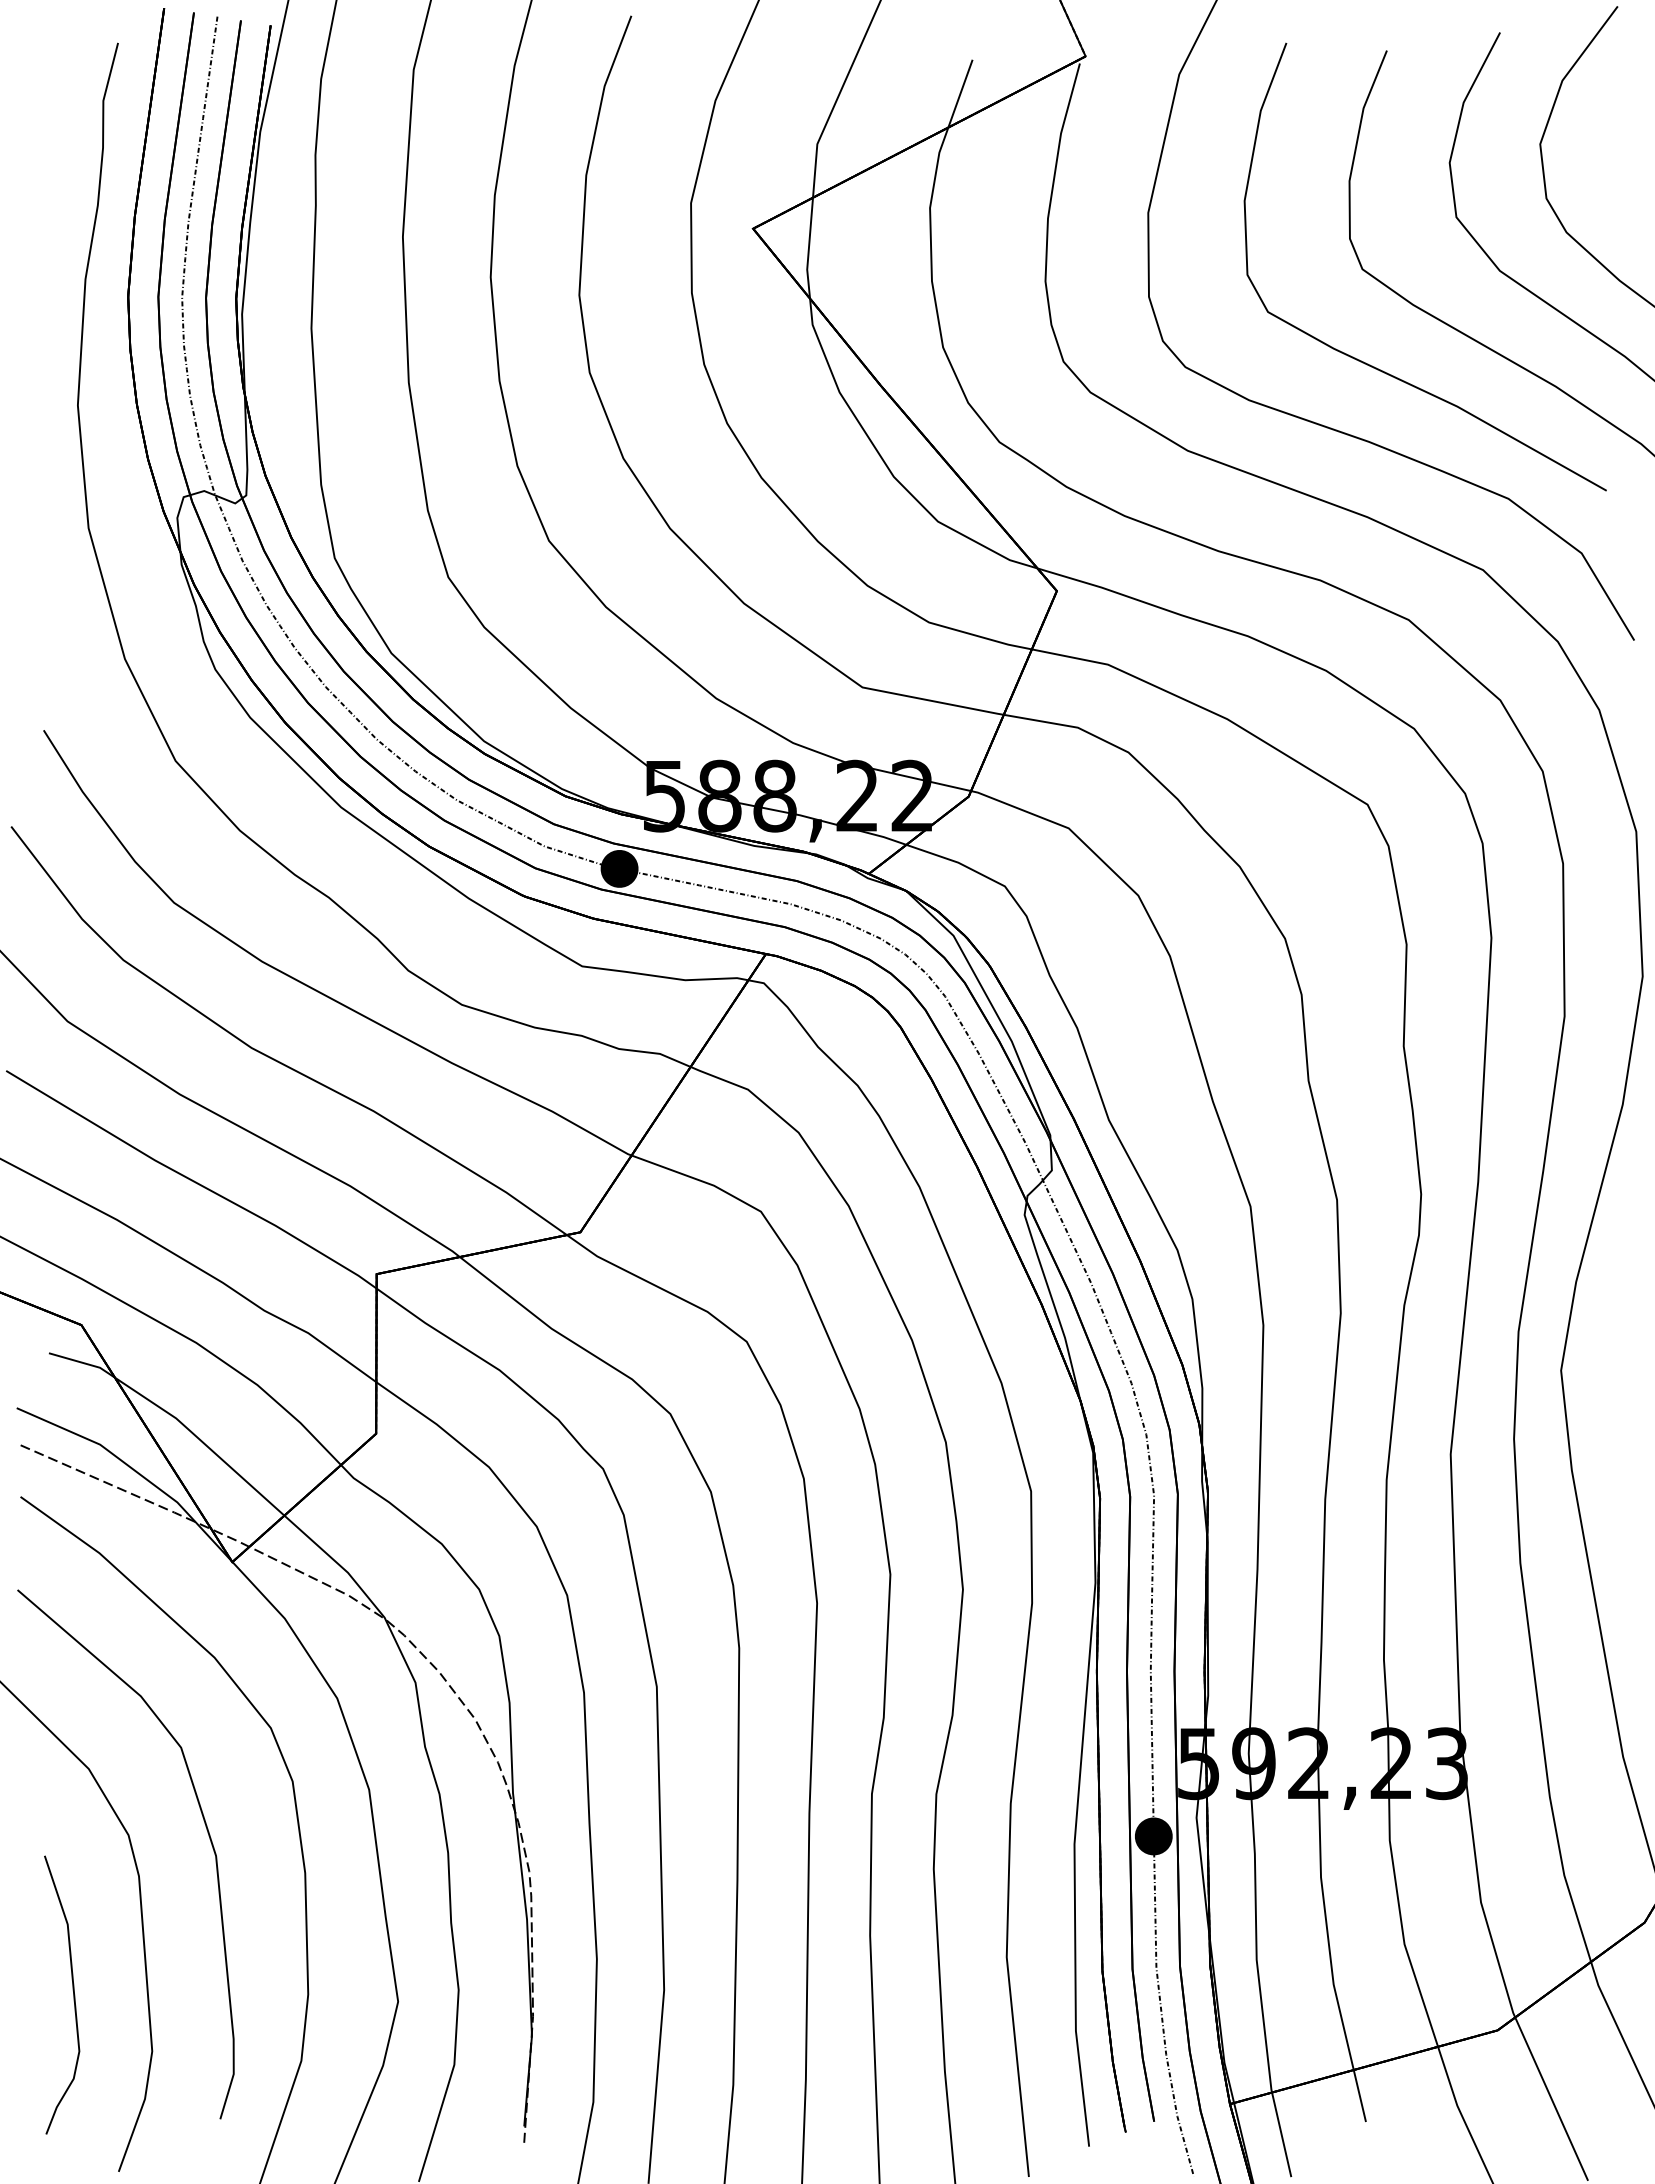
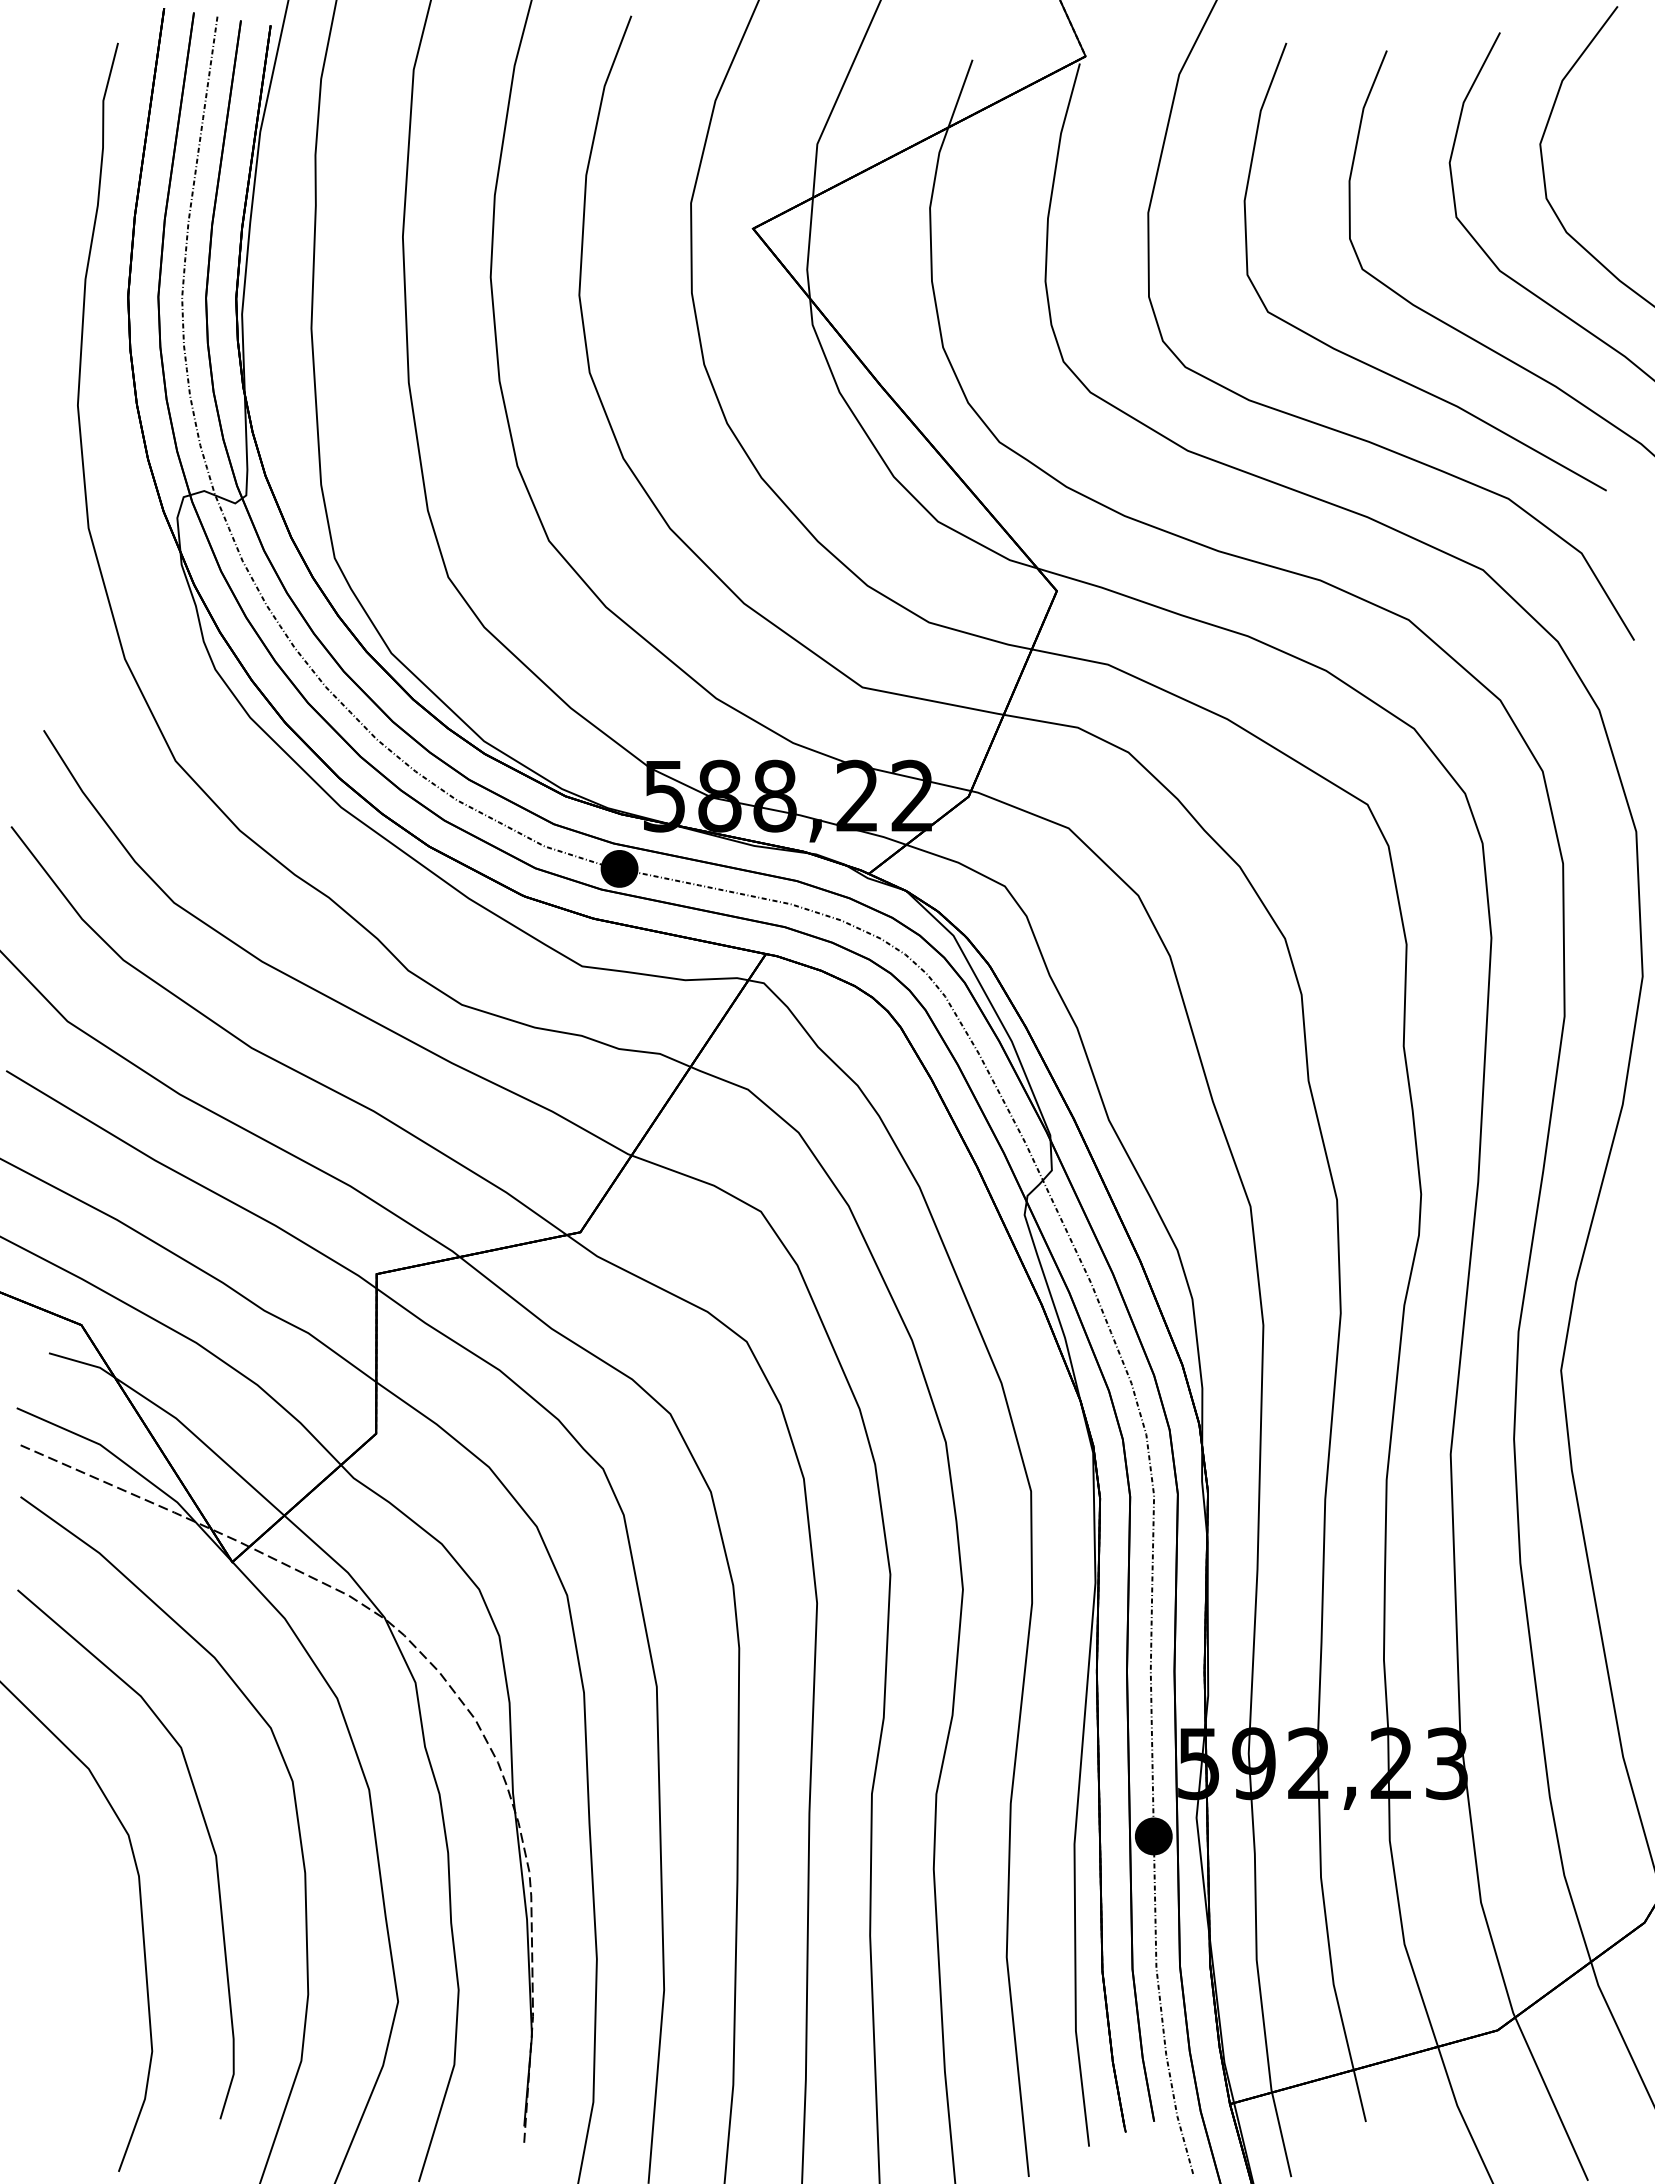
part at (72, 1990): present -> none
